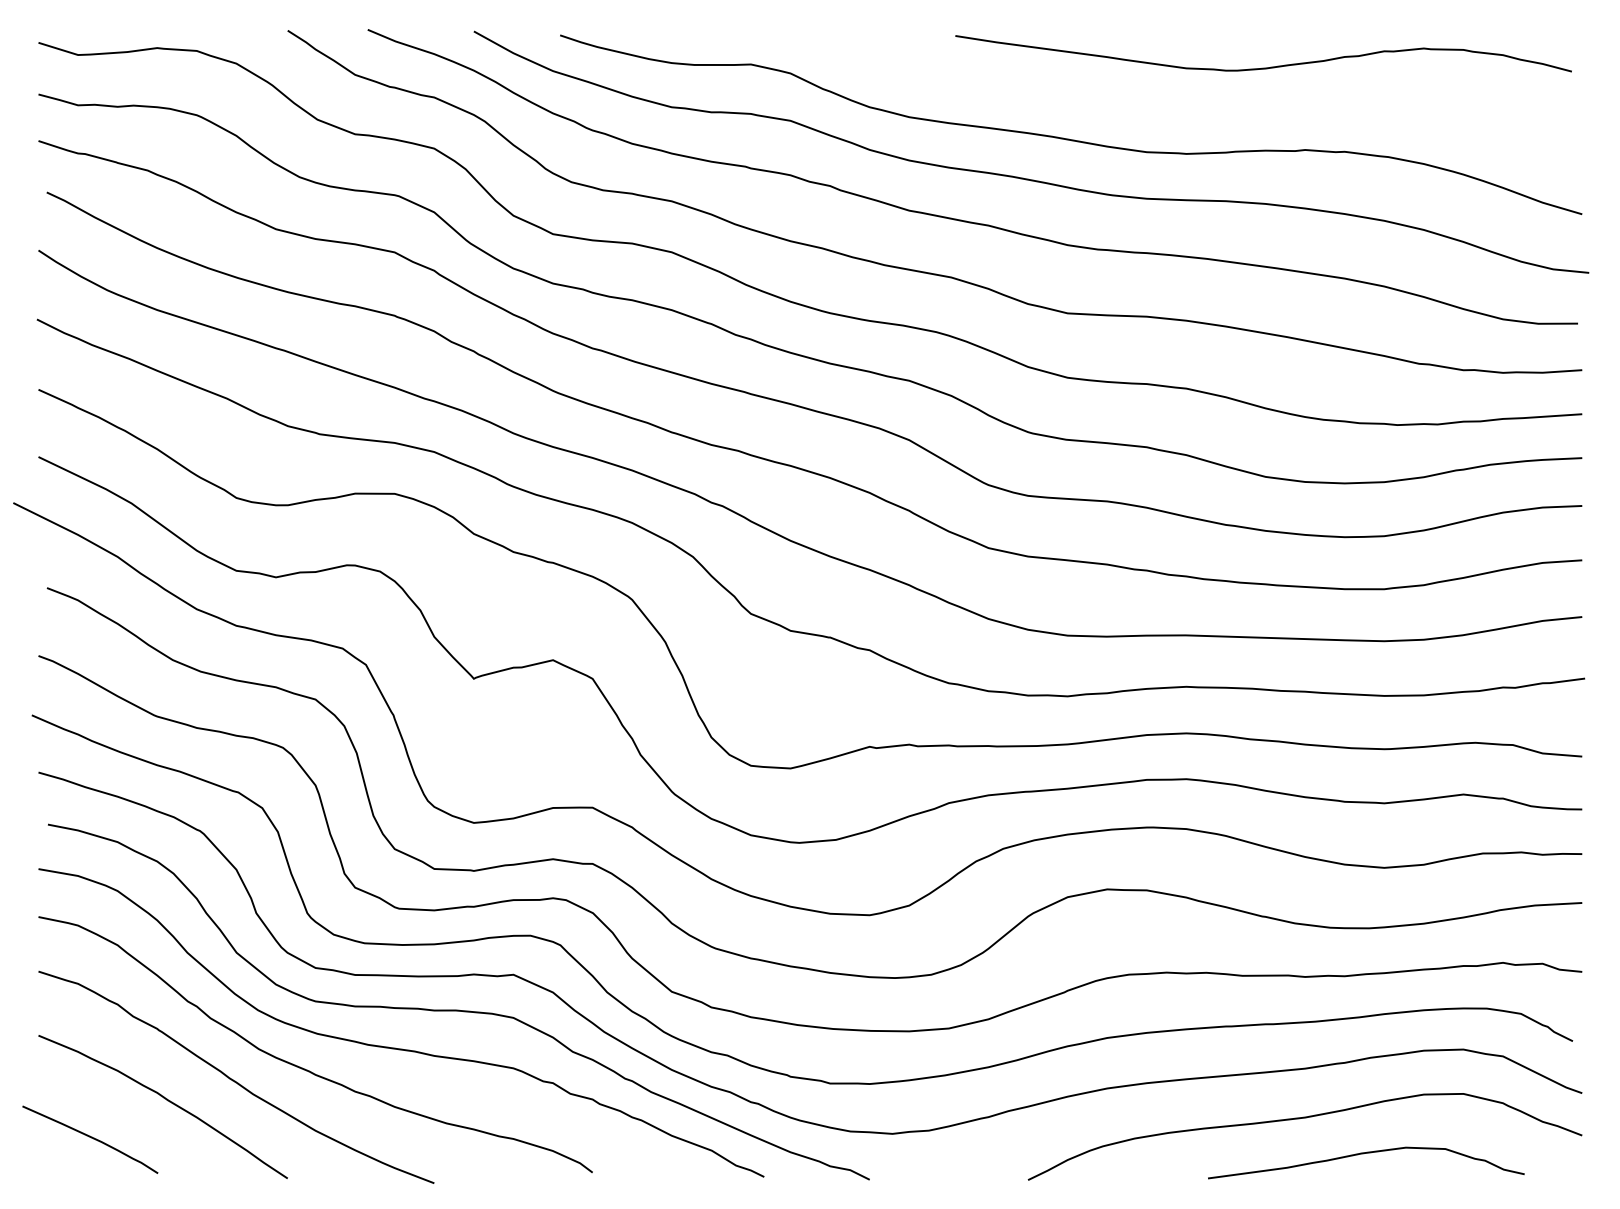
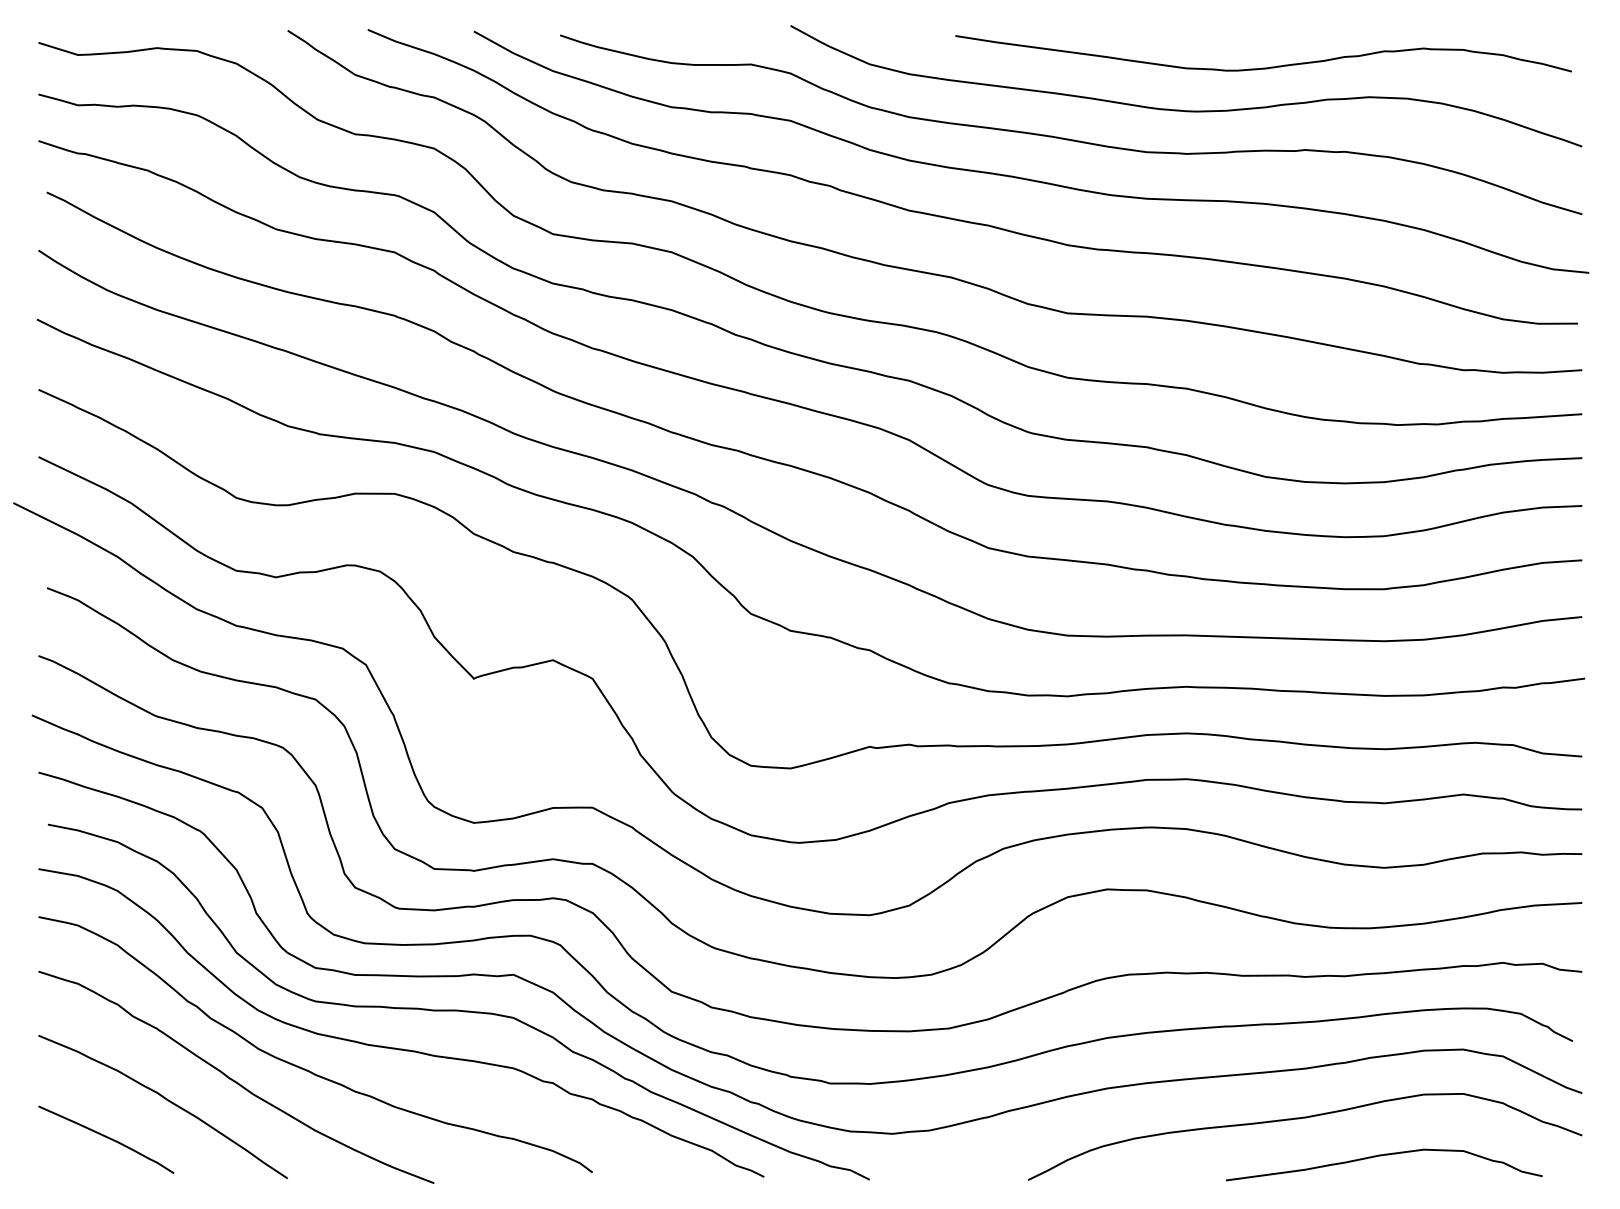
curve at (1181, 109): none -> present
curve at (91, 1138) position: (91, 1138) -> (107, 1138)
curve at (1363, 1154) position: (1363, 1154) -> (1381, 1156)
